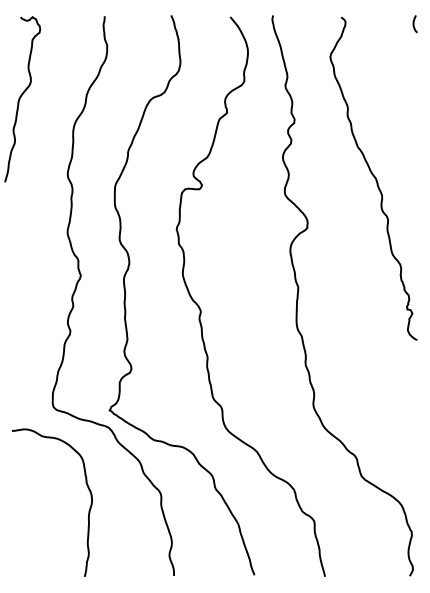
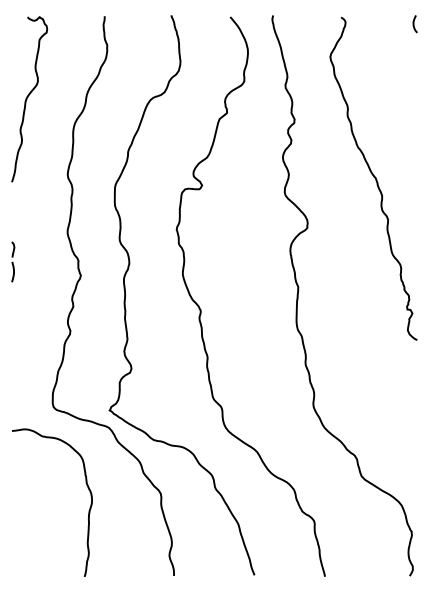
curve at (20, 99) position: (20, 99) -> (27, 99)
part at (13, 261): none -> present
